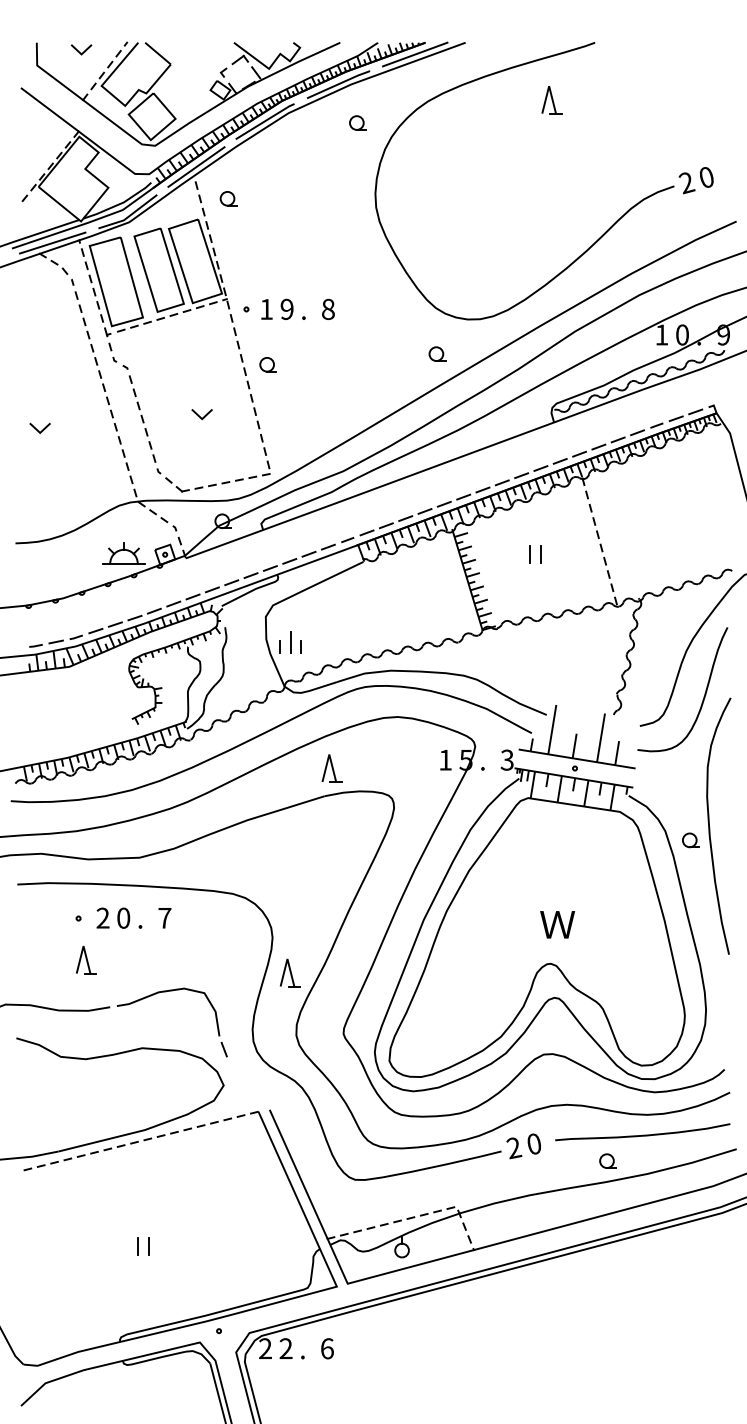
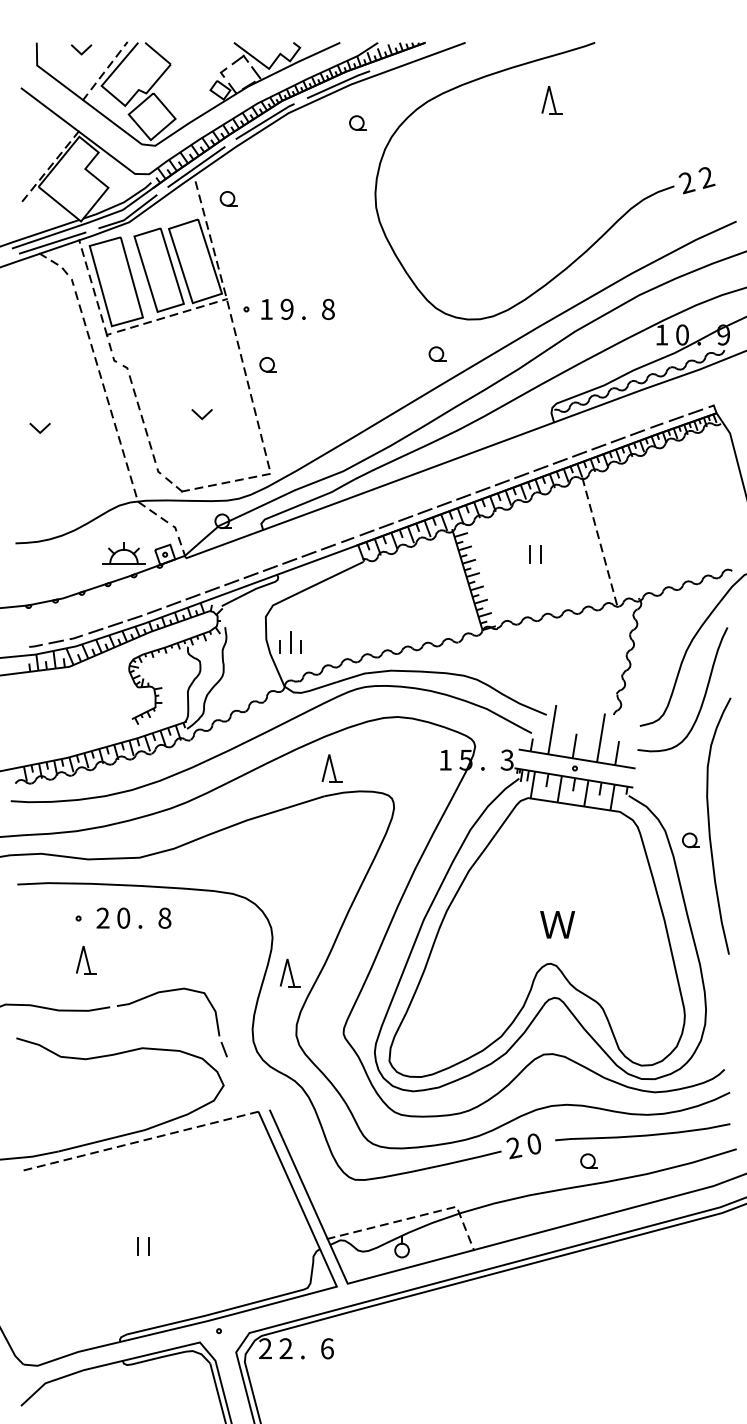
line at (414, 54): present -> none
text at (706, 177): 0 -> 2
text at (164, 917): 7 -> 8
part at (607, 1160) position: (607, 1160) -> (588, 1160)
